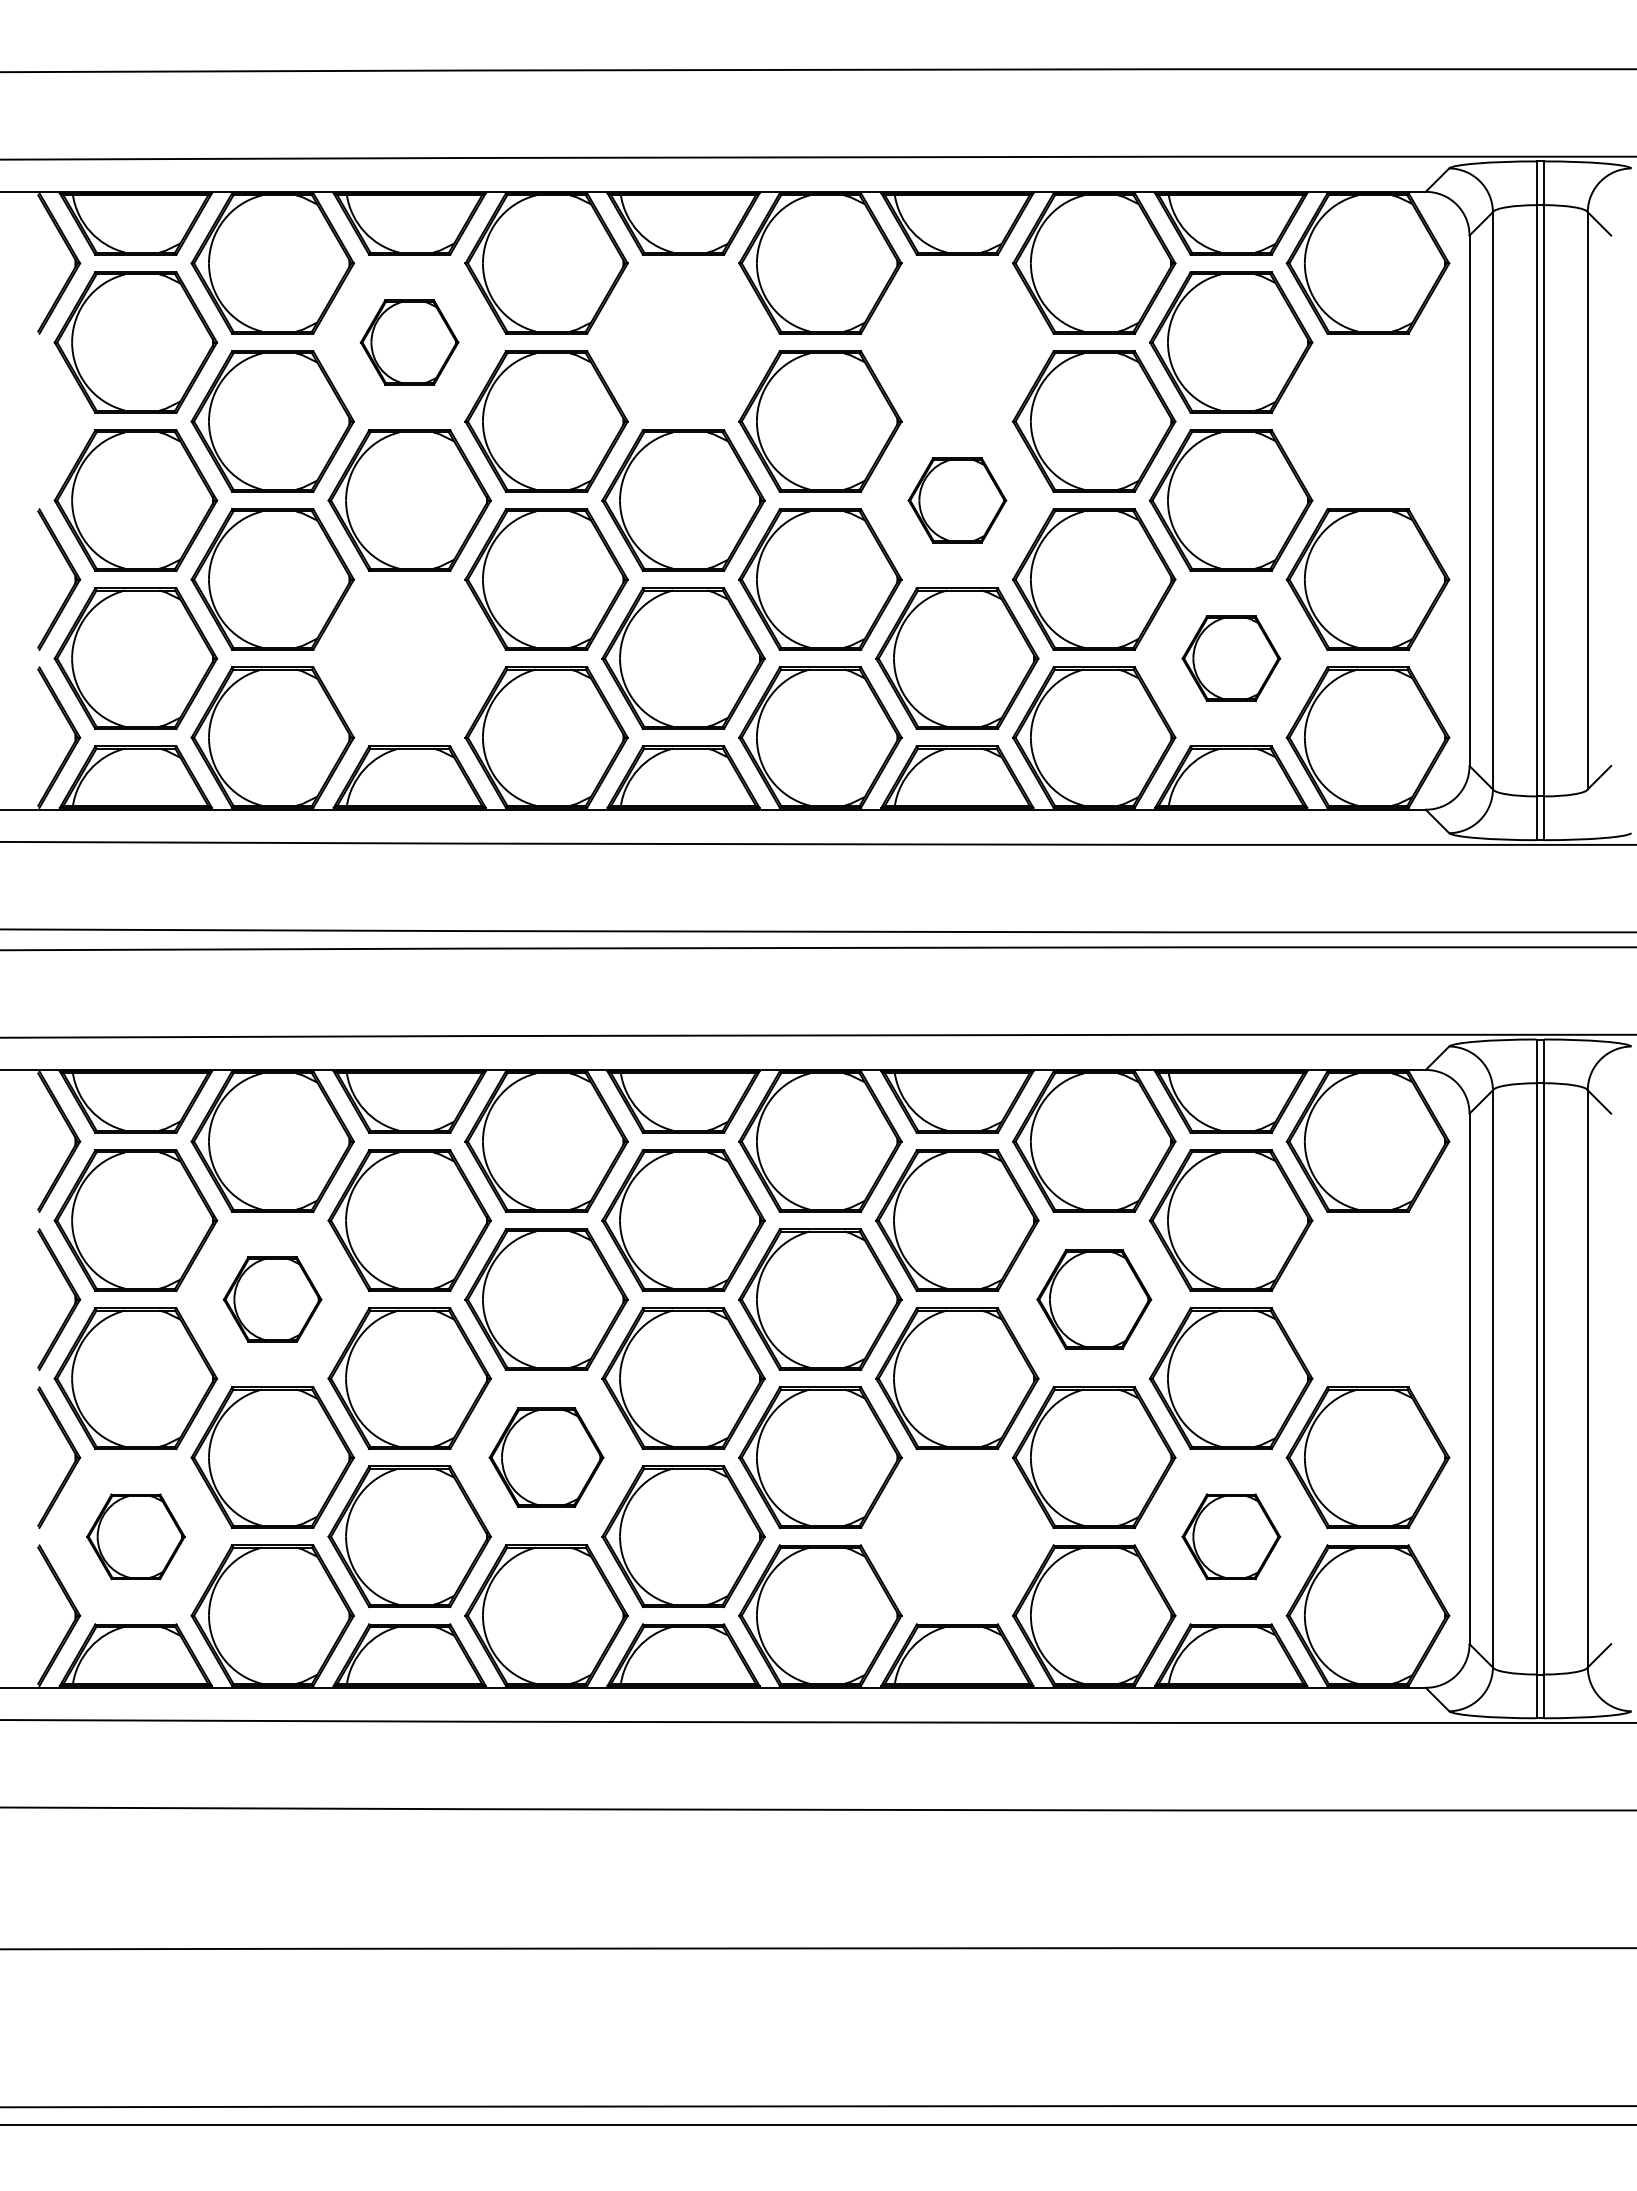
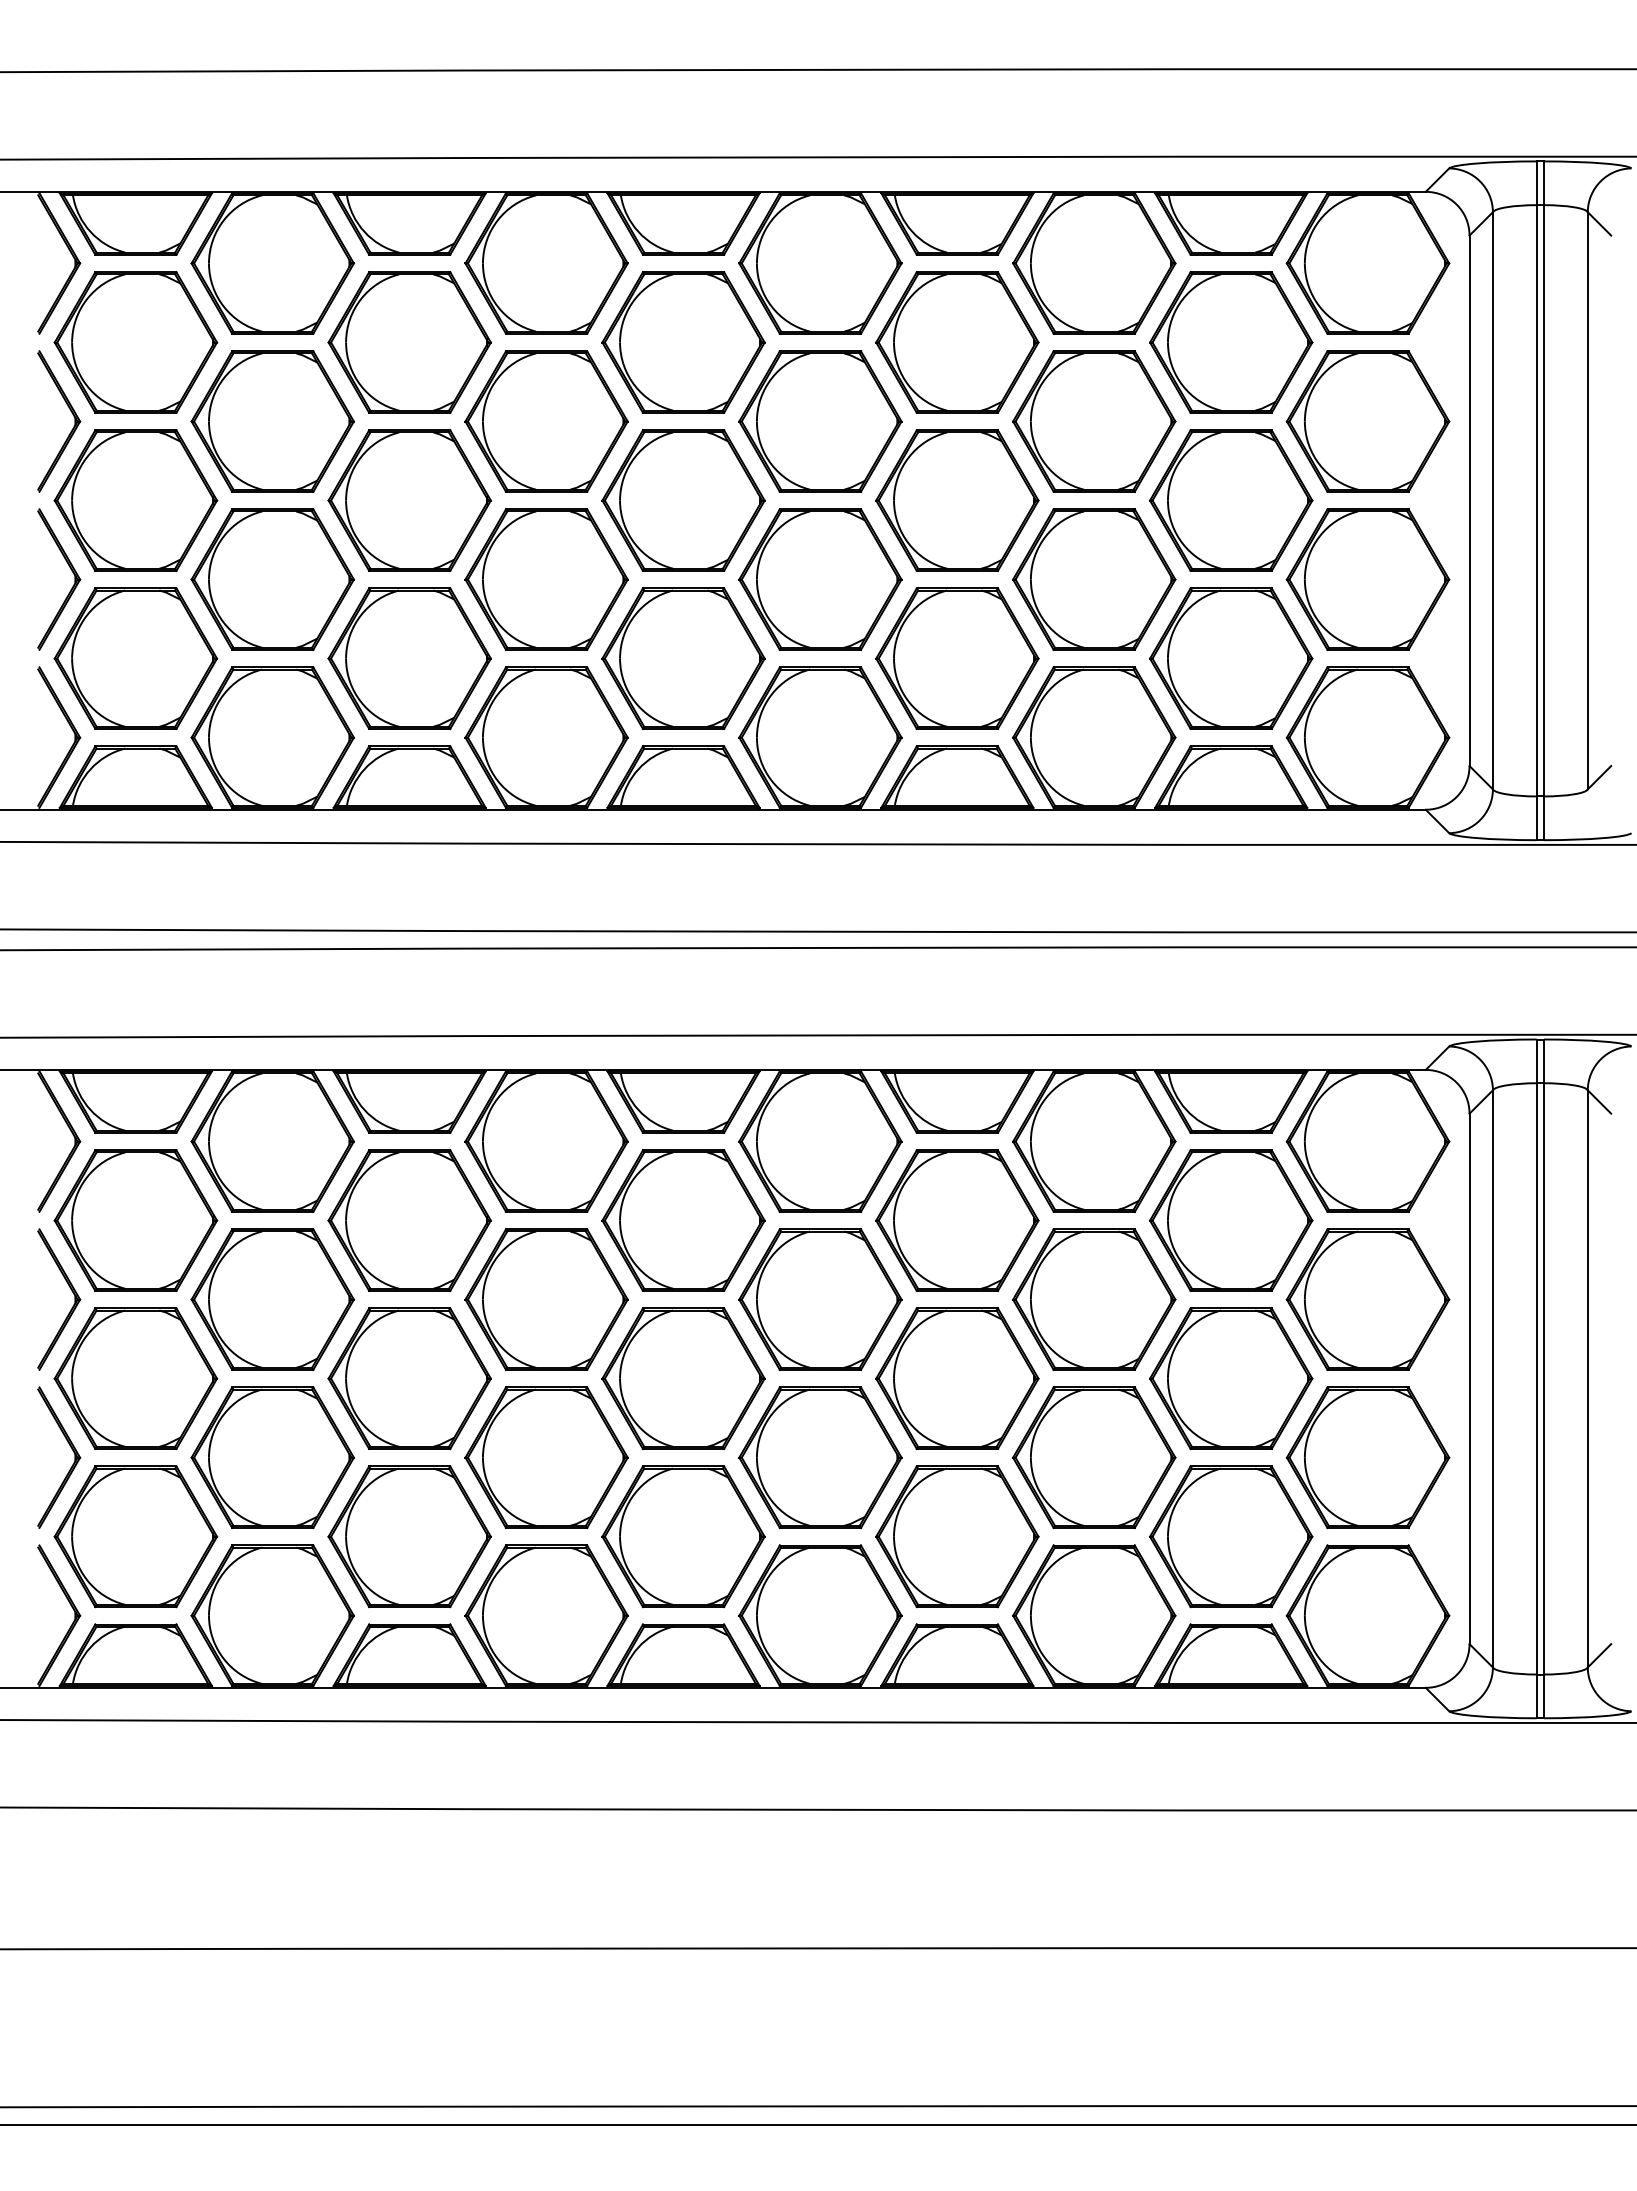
part at (409, 342) size: 101x87 px -> 165x143 px
part at (683, 342): none -> present
part at (957, 342): none -> present
part at (71, 413): none -> present
part at (1367, 421): none -> present
part at (957, 500) size: 101x87 px -> 165x143 px
part at (409, 658): none -> present
part at (1231, 658) size: 101x87 px -> 165x143 px
part at (272, 1299) size: 101x87 px -> 165x143 px
part at (1094, 1299) size: 117x101 px -> 165x143 px
part at (1367, 1299): none -> present
part at (546, 1457) size: 117x101 px -> 165x143 px
part at (135, 1536) size: 100x88 px -> 166x144 px
part at (957, 1536): none -> present
part at (1231, 1536) size: 101x88 px -> 165x144 px
